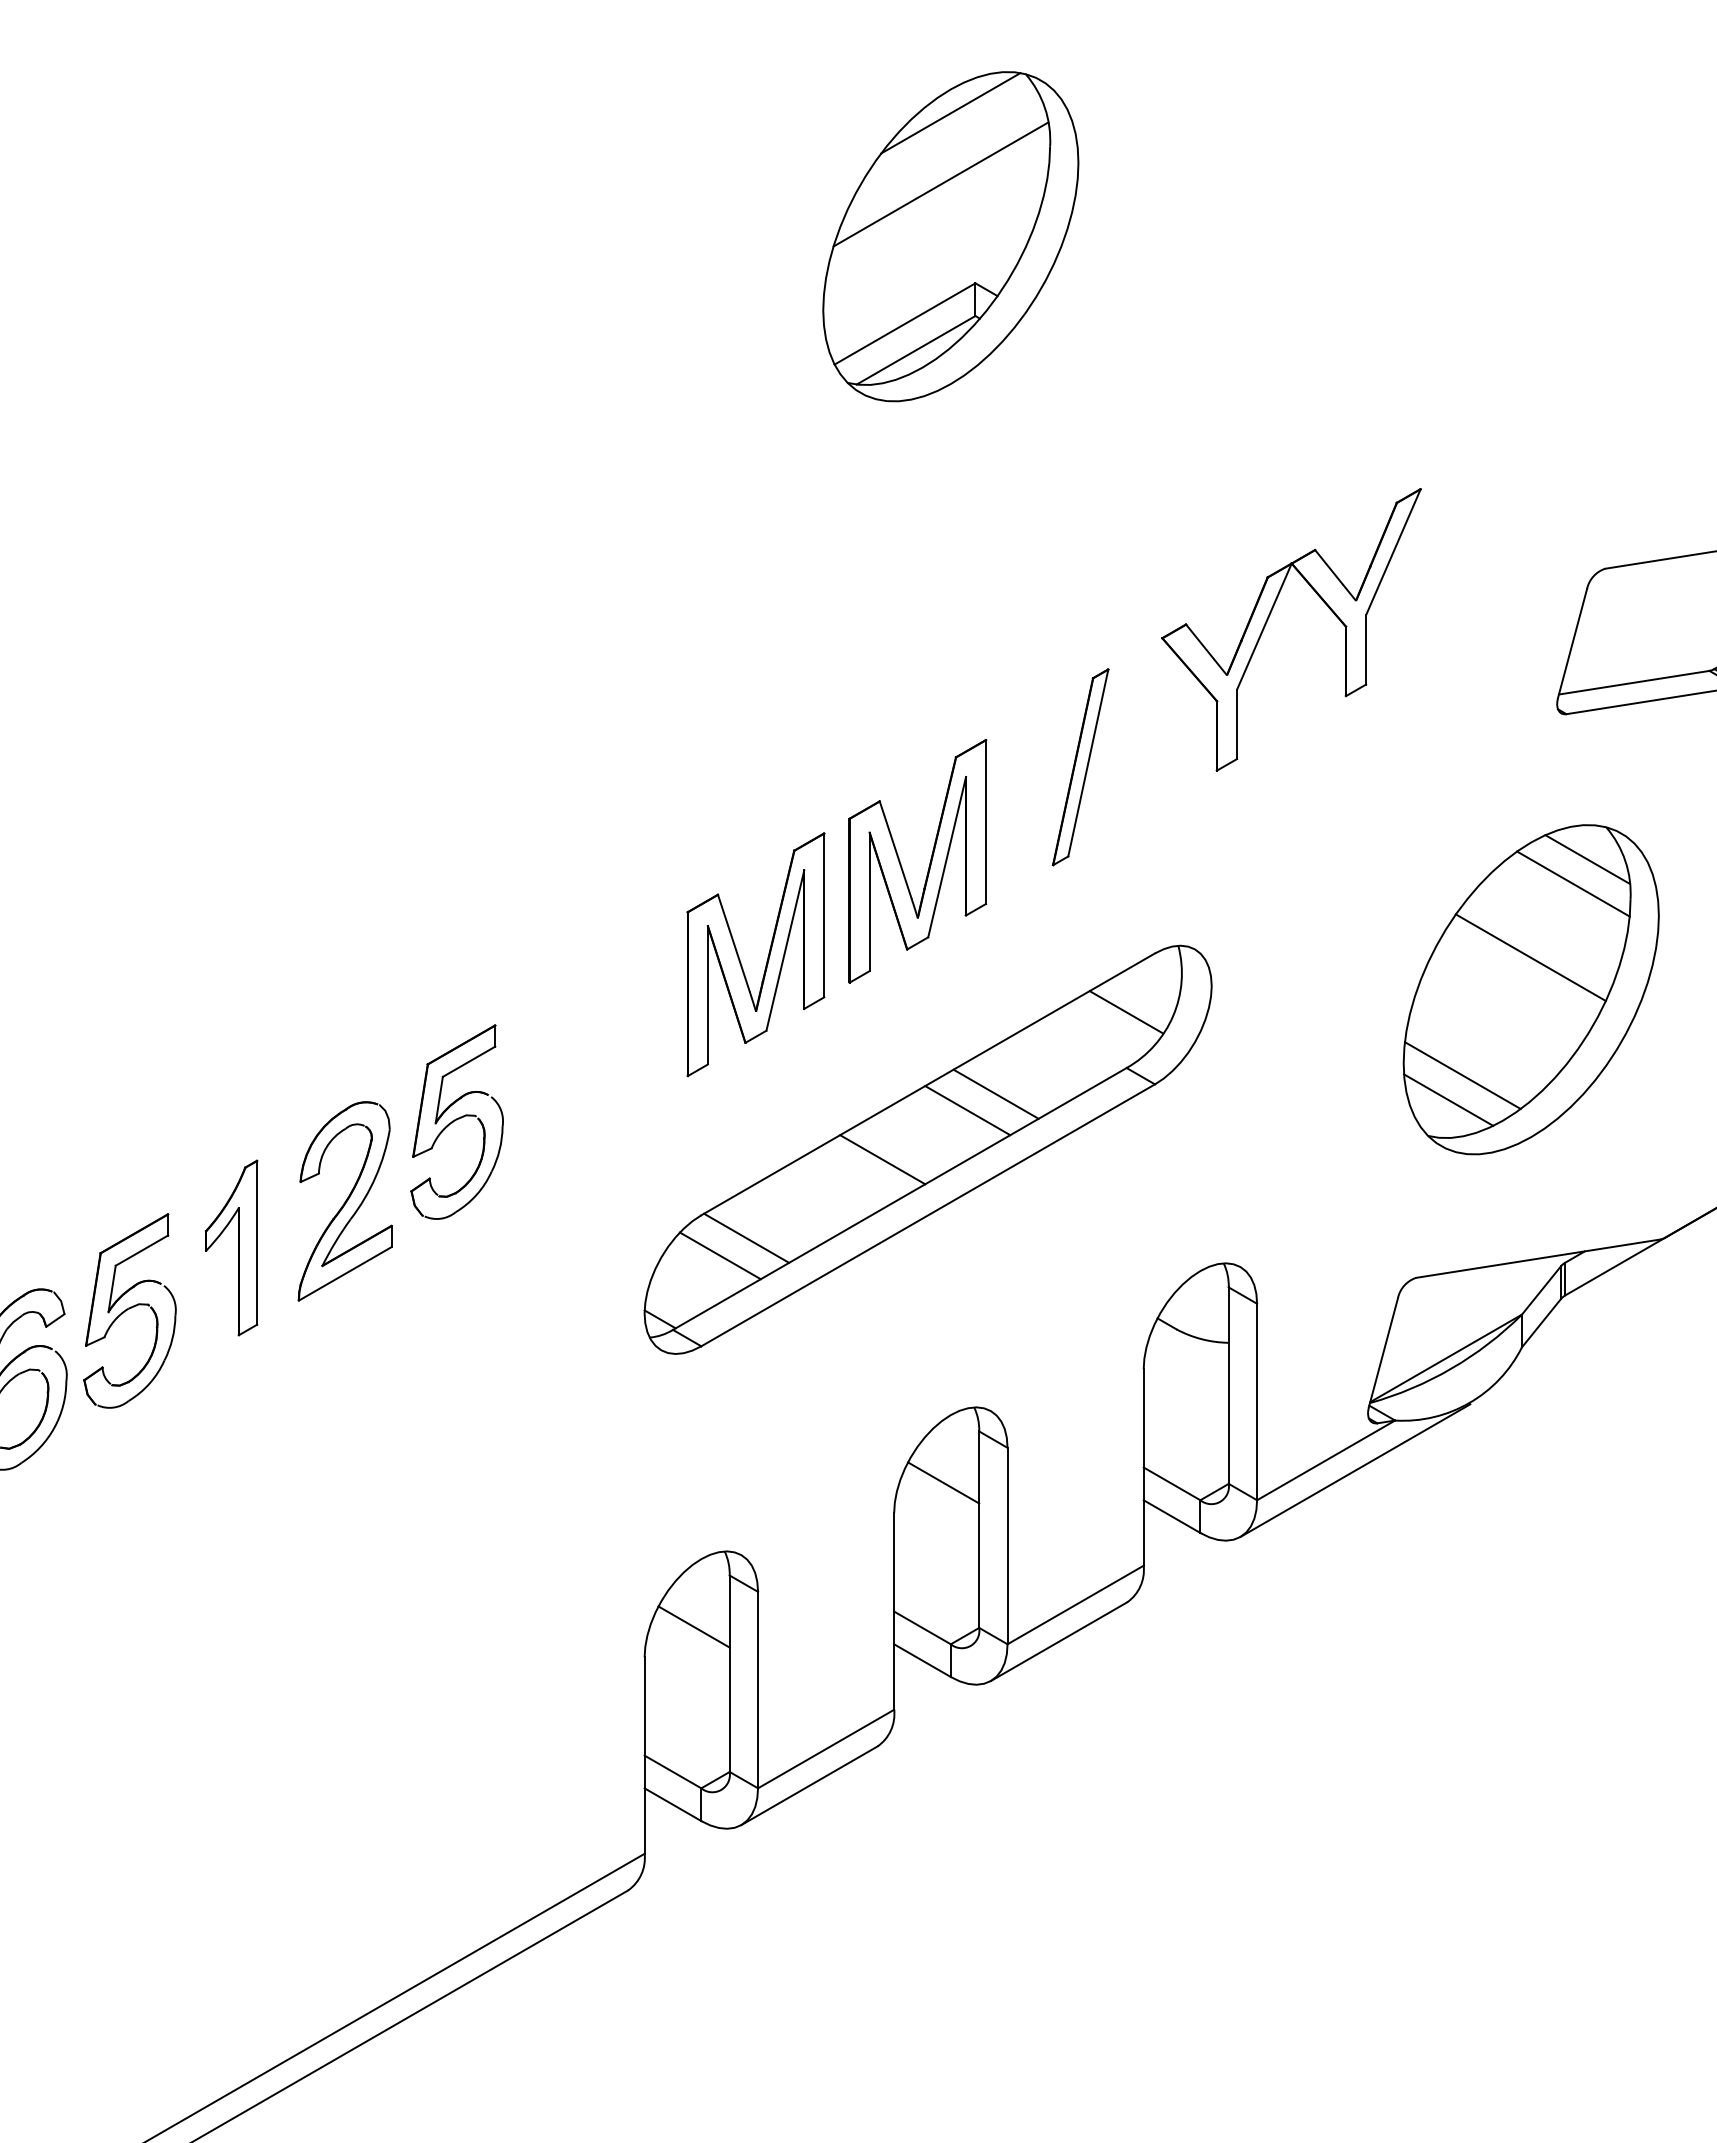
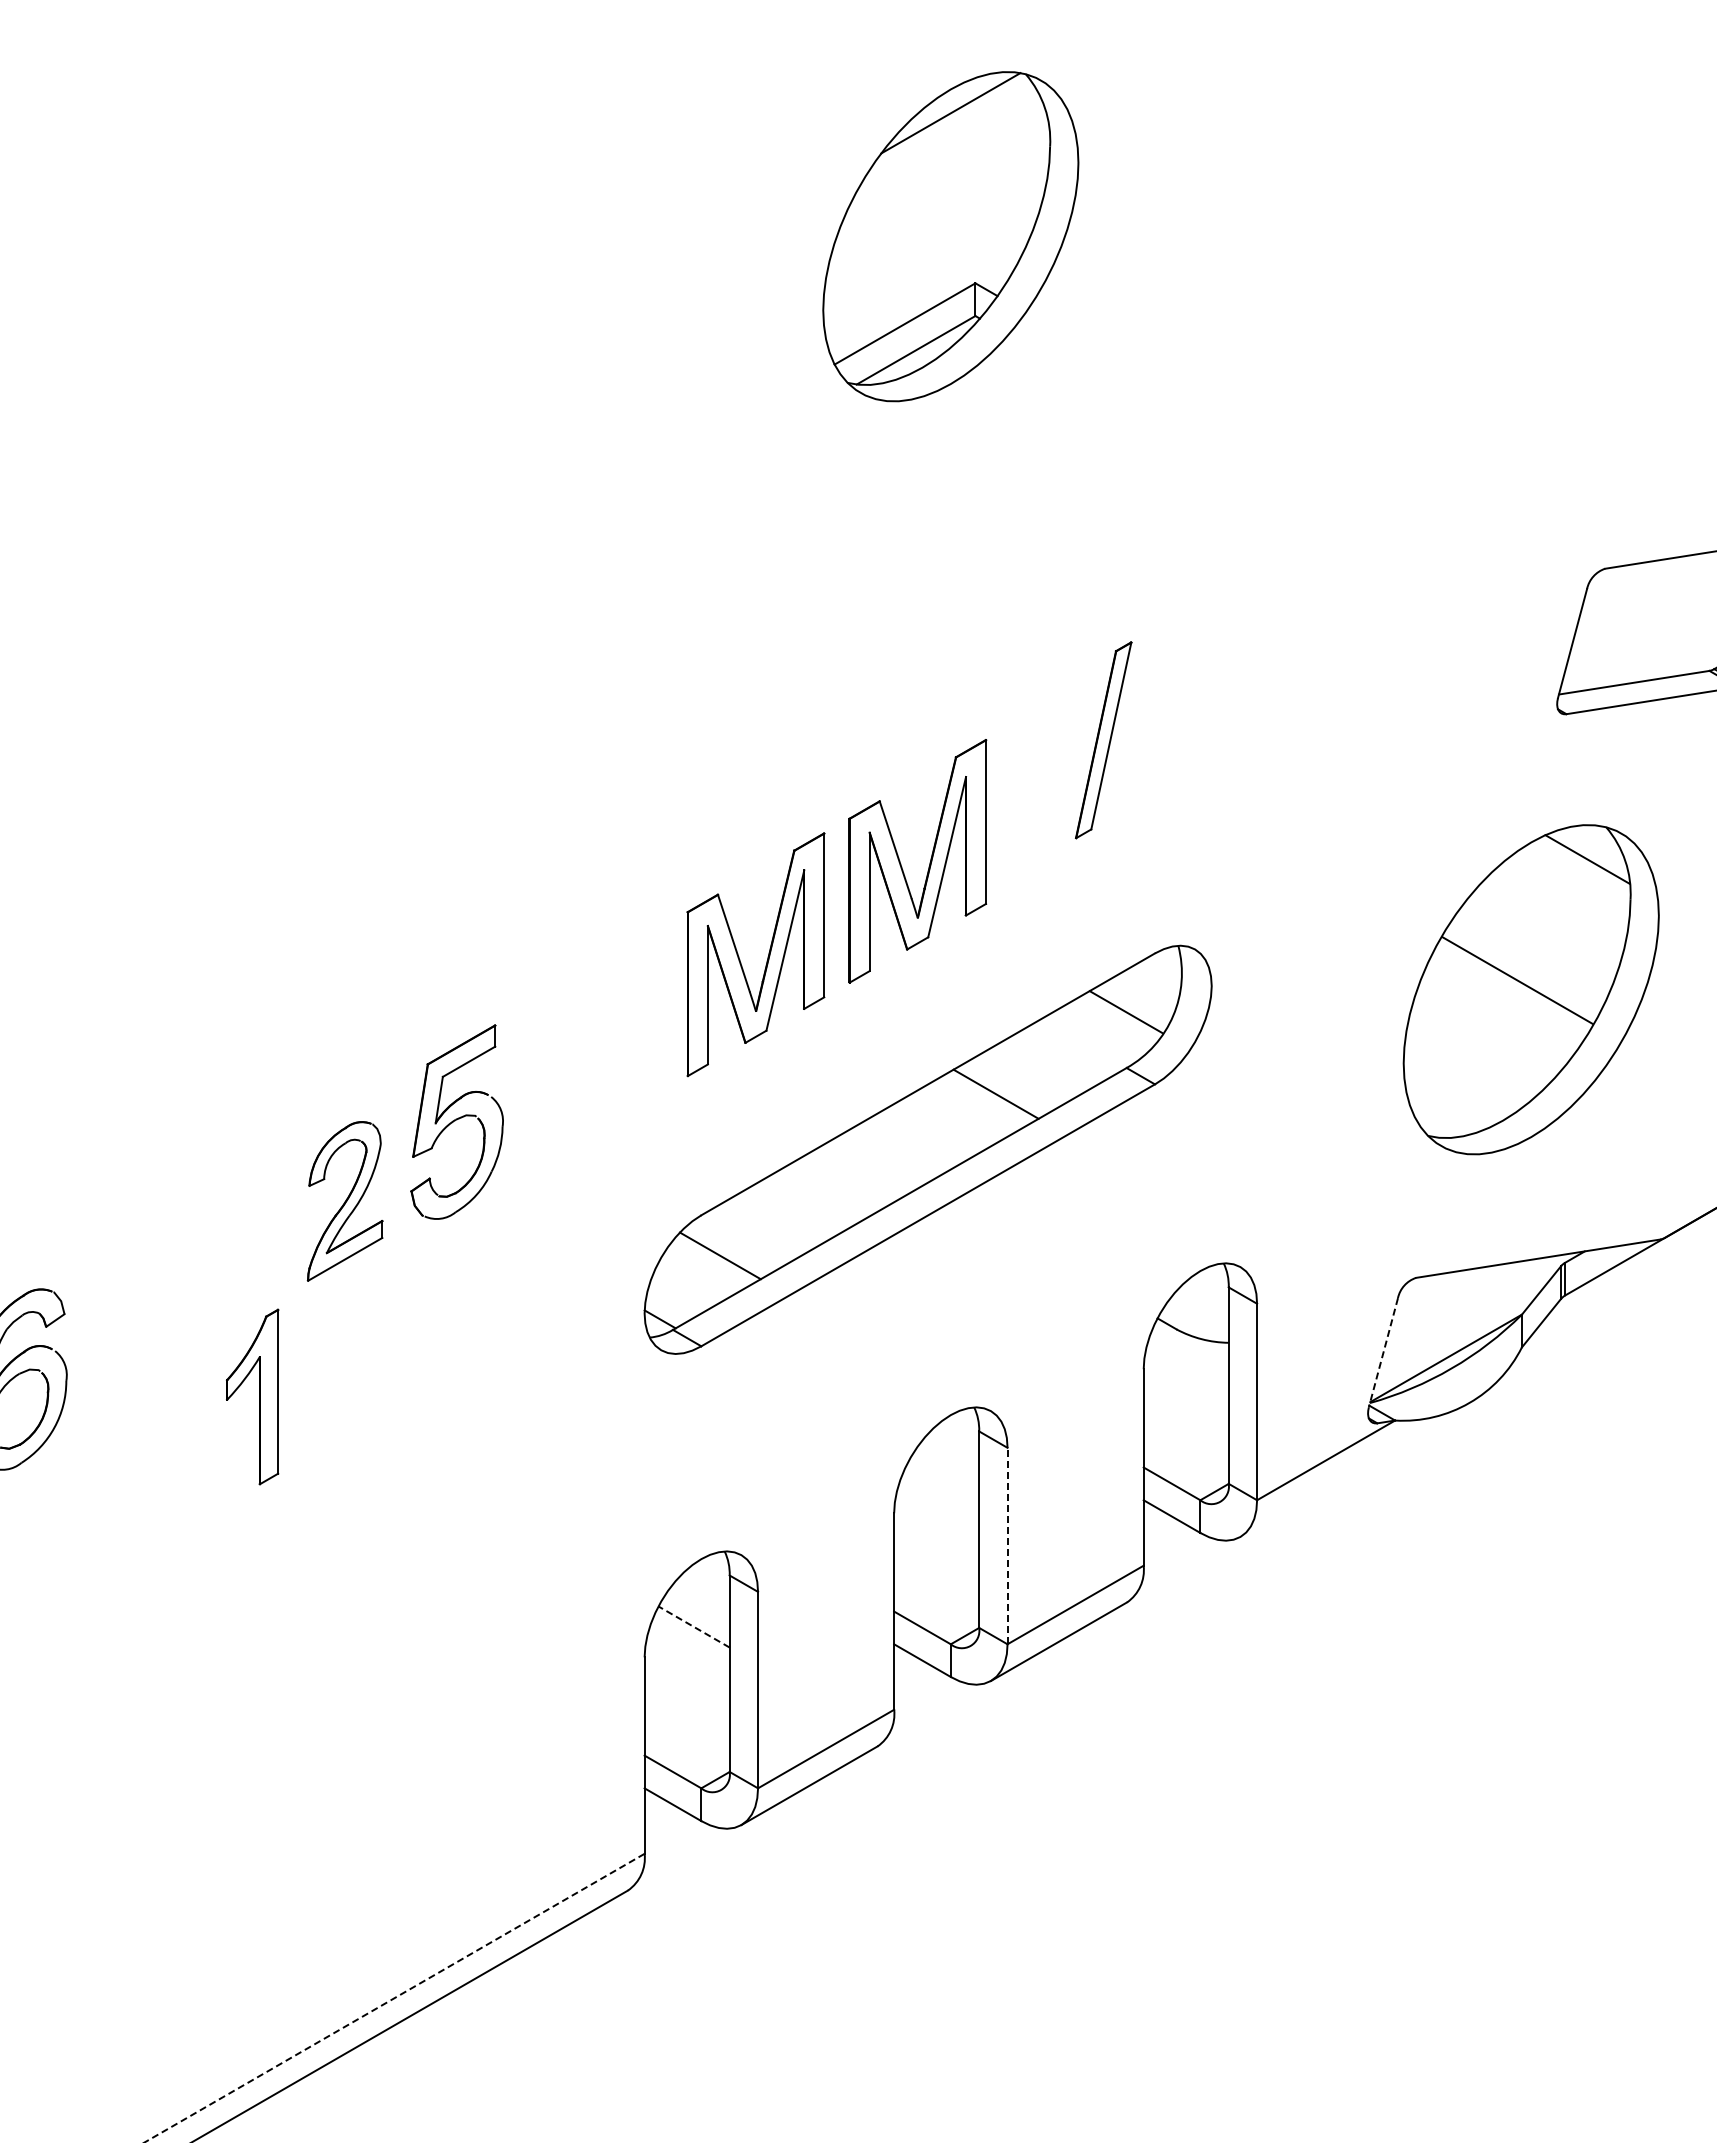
line at (940, 184): present -> none
part at (1268, 620): present -> none
part at (1080, 767) position: (1080, 767) -> (1103, 740)
line at (1573, 883): present -> none
line at (1530, 957) position: (1530, 957) -> (1517, 980)
line at (1462, 1075): present -> none
line at (1448, 1099): present -> none
line at (967, 1110): present -> none
line at (882, 1159): present -> none
part at (344, 1201) size: 96x201 px -> 78x161 px
line at (746, 1237): present -> none
part at (238, 1247) position: (238, 1247) -> (259, 1396)
part at (129, 1310): present -> none
line at (1383, 1353): solid -> dashed
line at (1355, 1470): present -> none
line at (943, 1482): present -> none
line at (1007, 1545): solid -> dashed
line at (693, 1626): solid -> dashed
line at (394, 1998): solid -> dashed
